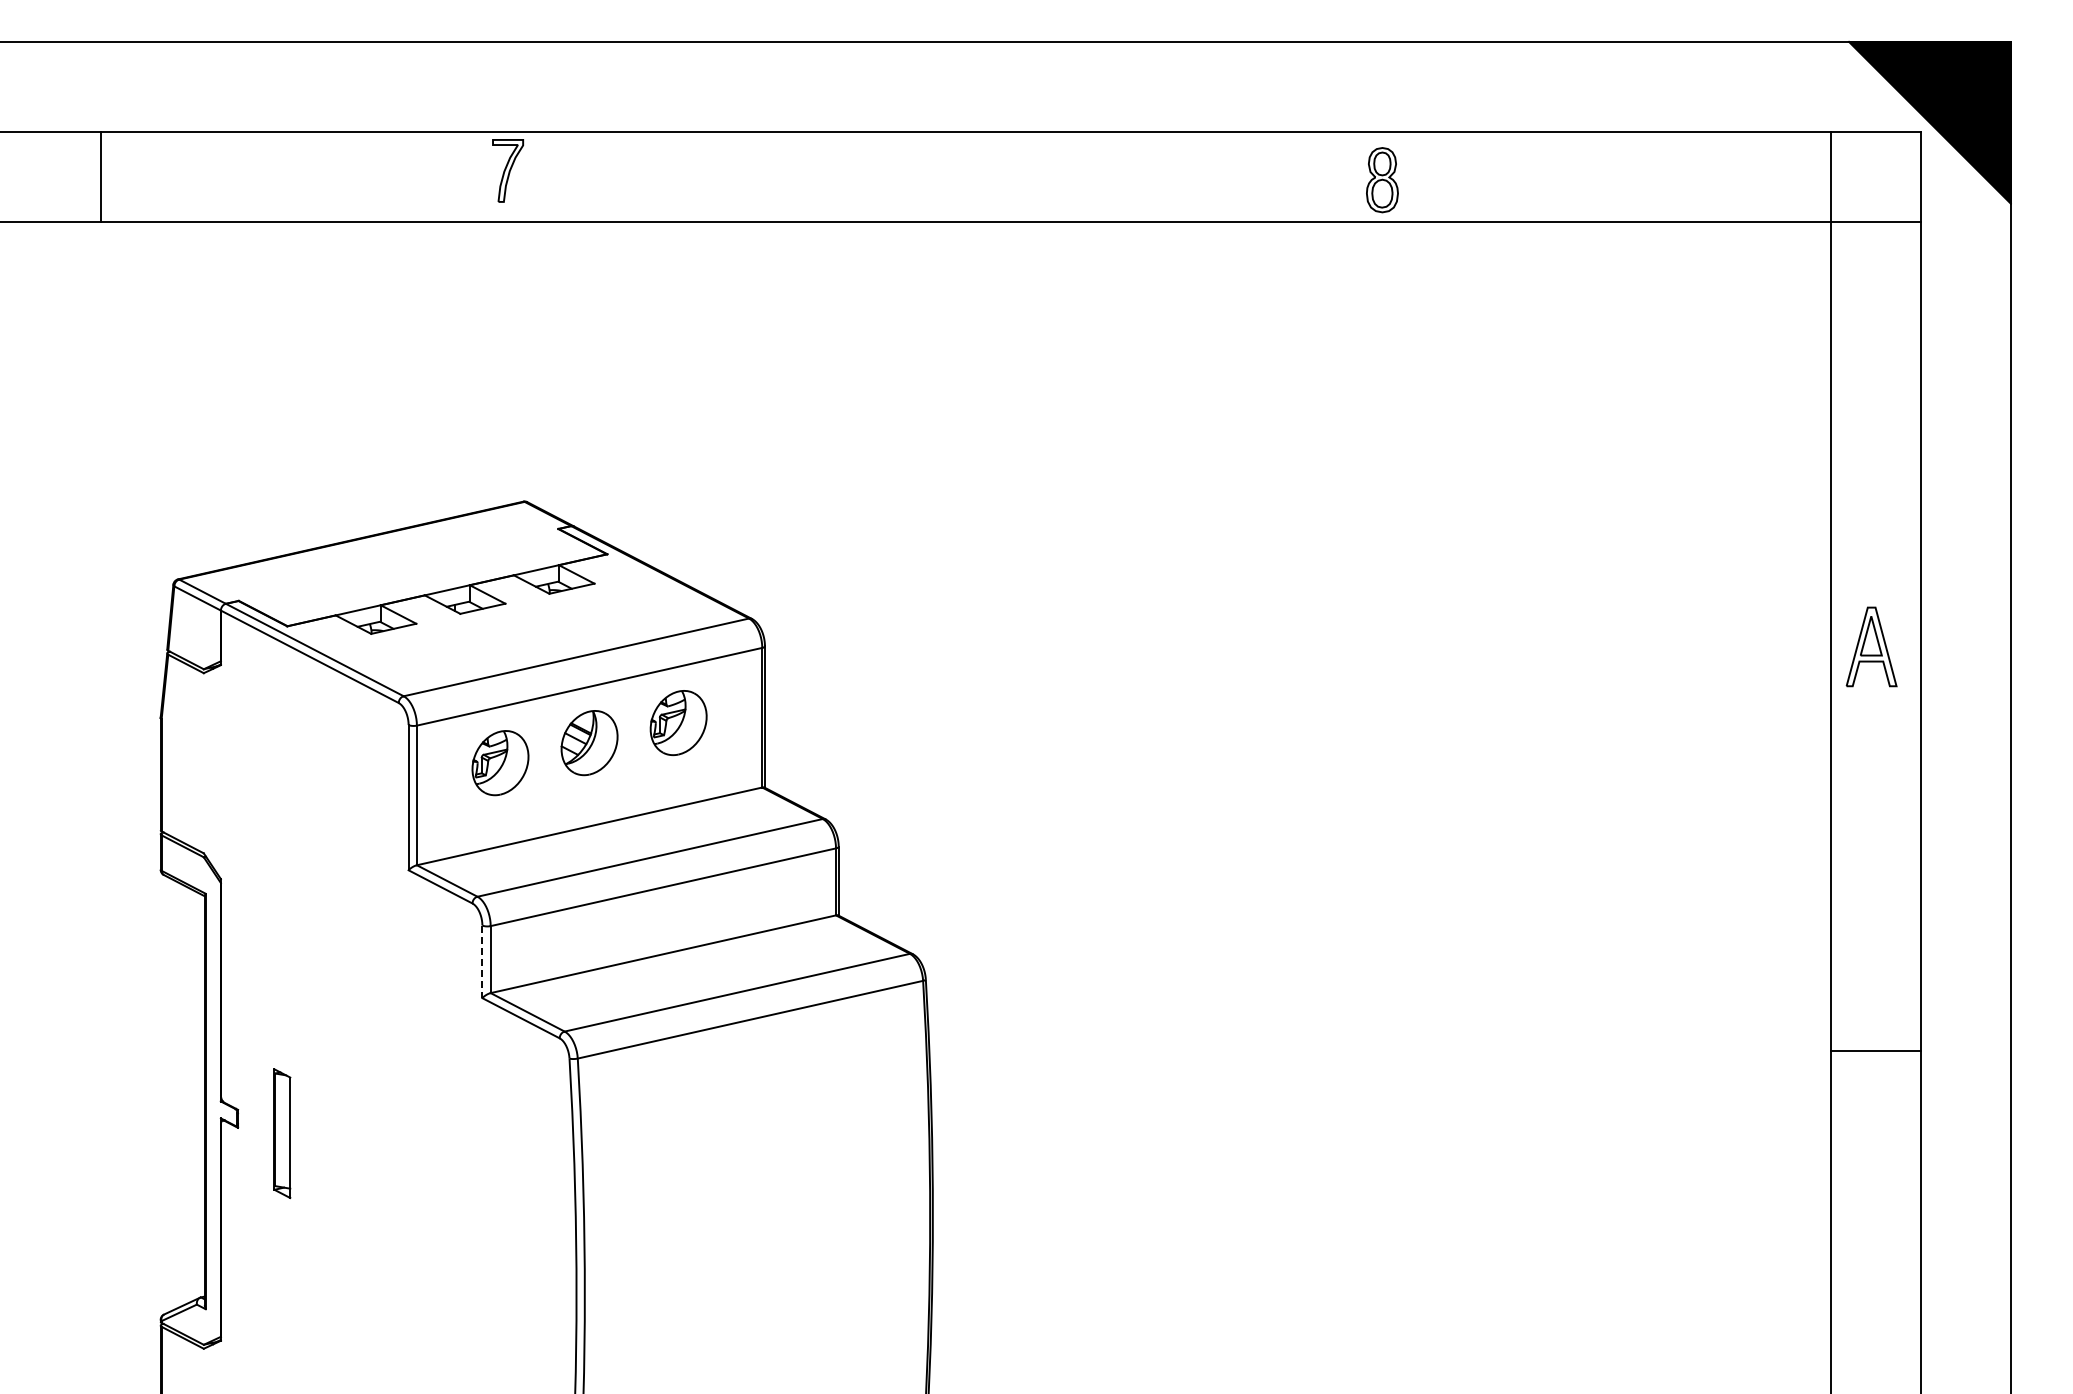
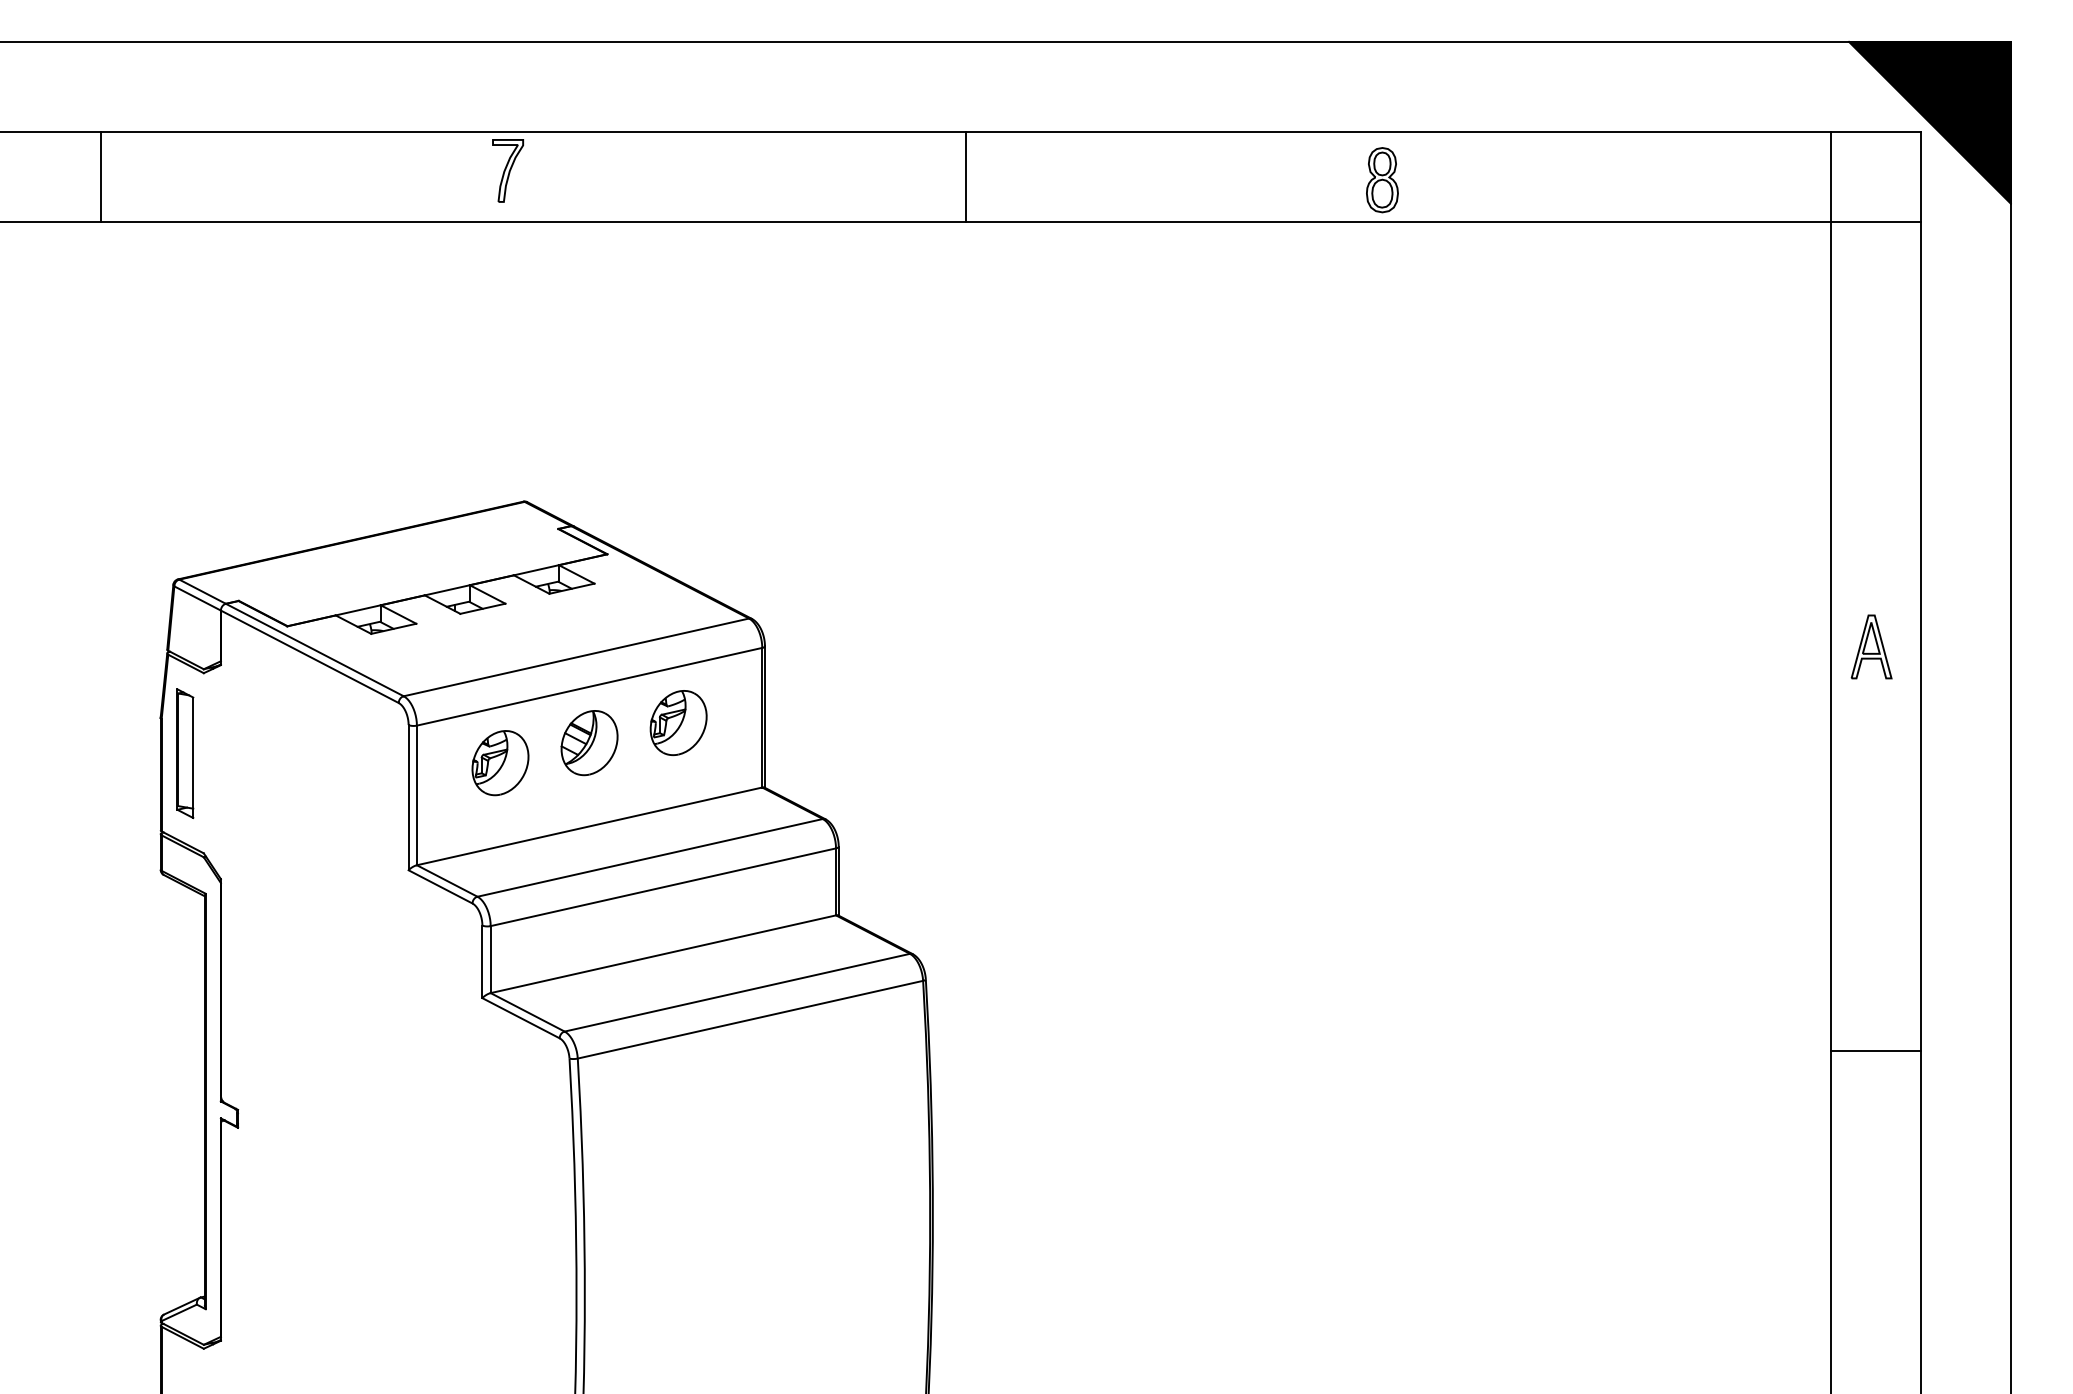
line at (966, 176): none -> present
part at (1871, 646) size: 53x82 px -> 43x66 px
line at (482, 962): dashed -> solid
part at (282, 1133) position: (282, 1133) -> (185, 753)
